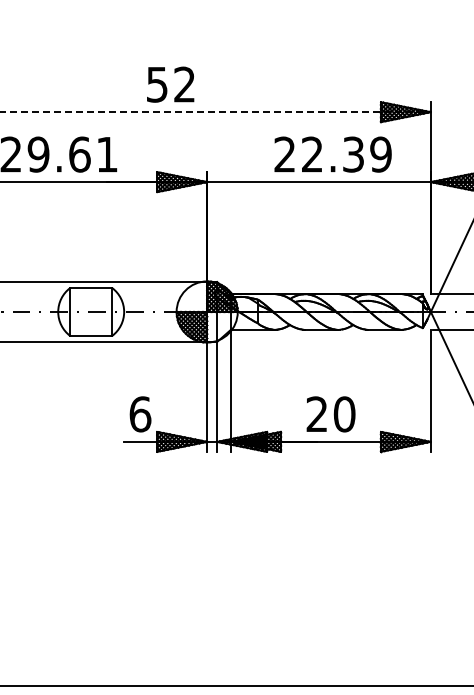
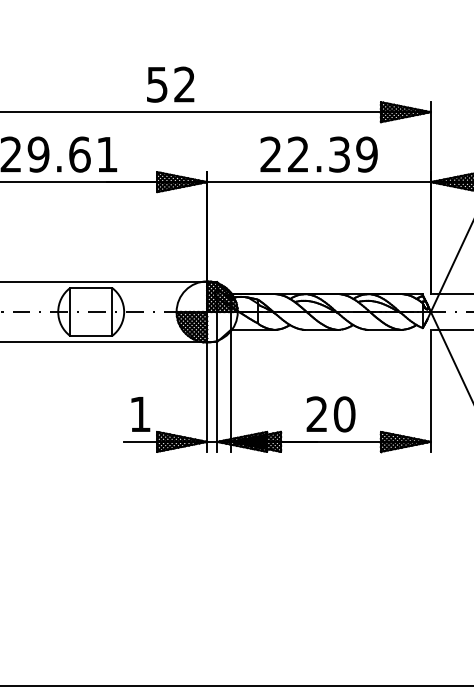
line at (216, 112): dashed -> solid
text at (332, 154) position: (332, 154) -> (318, 154)
text at (140, 414): 6 -> 1
